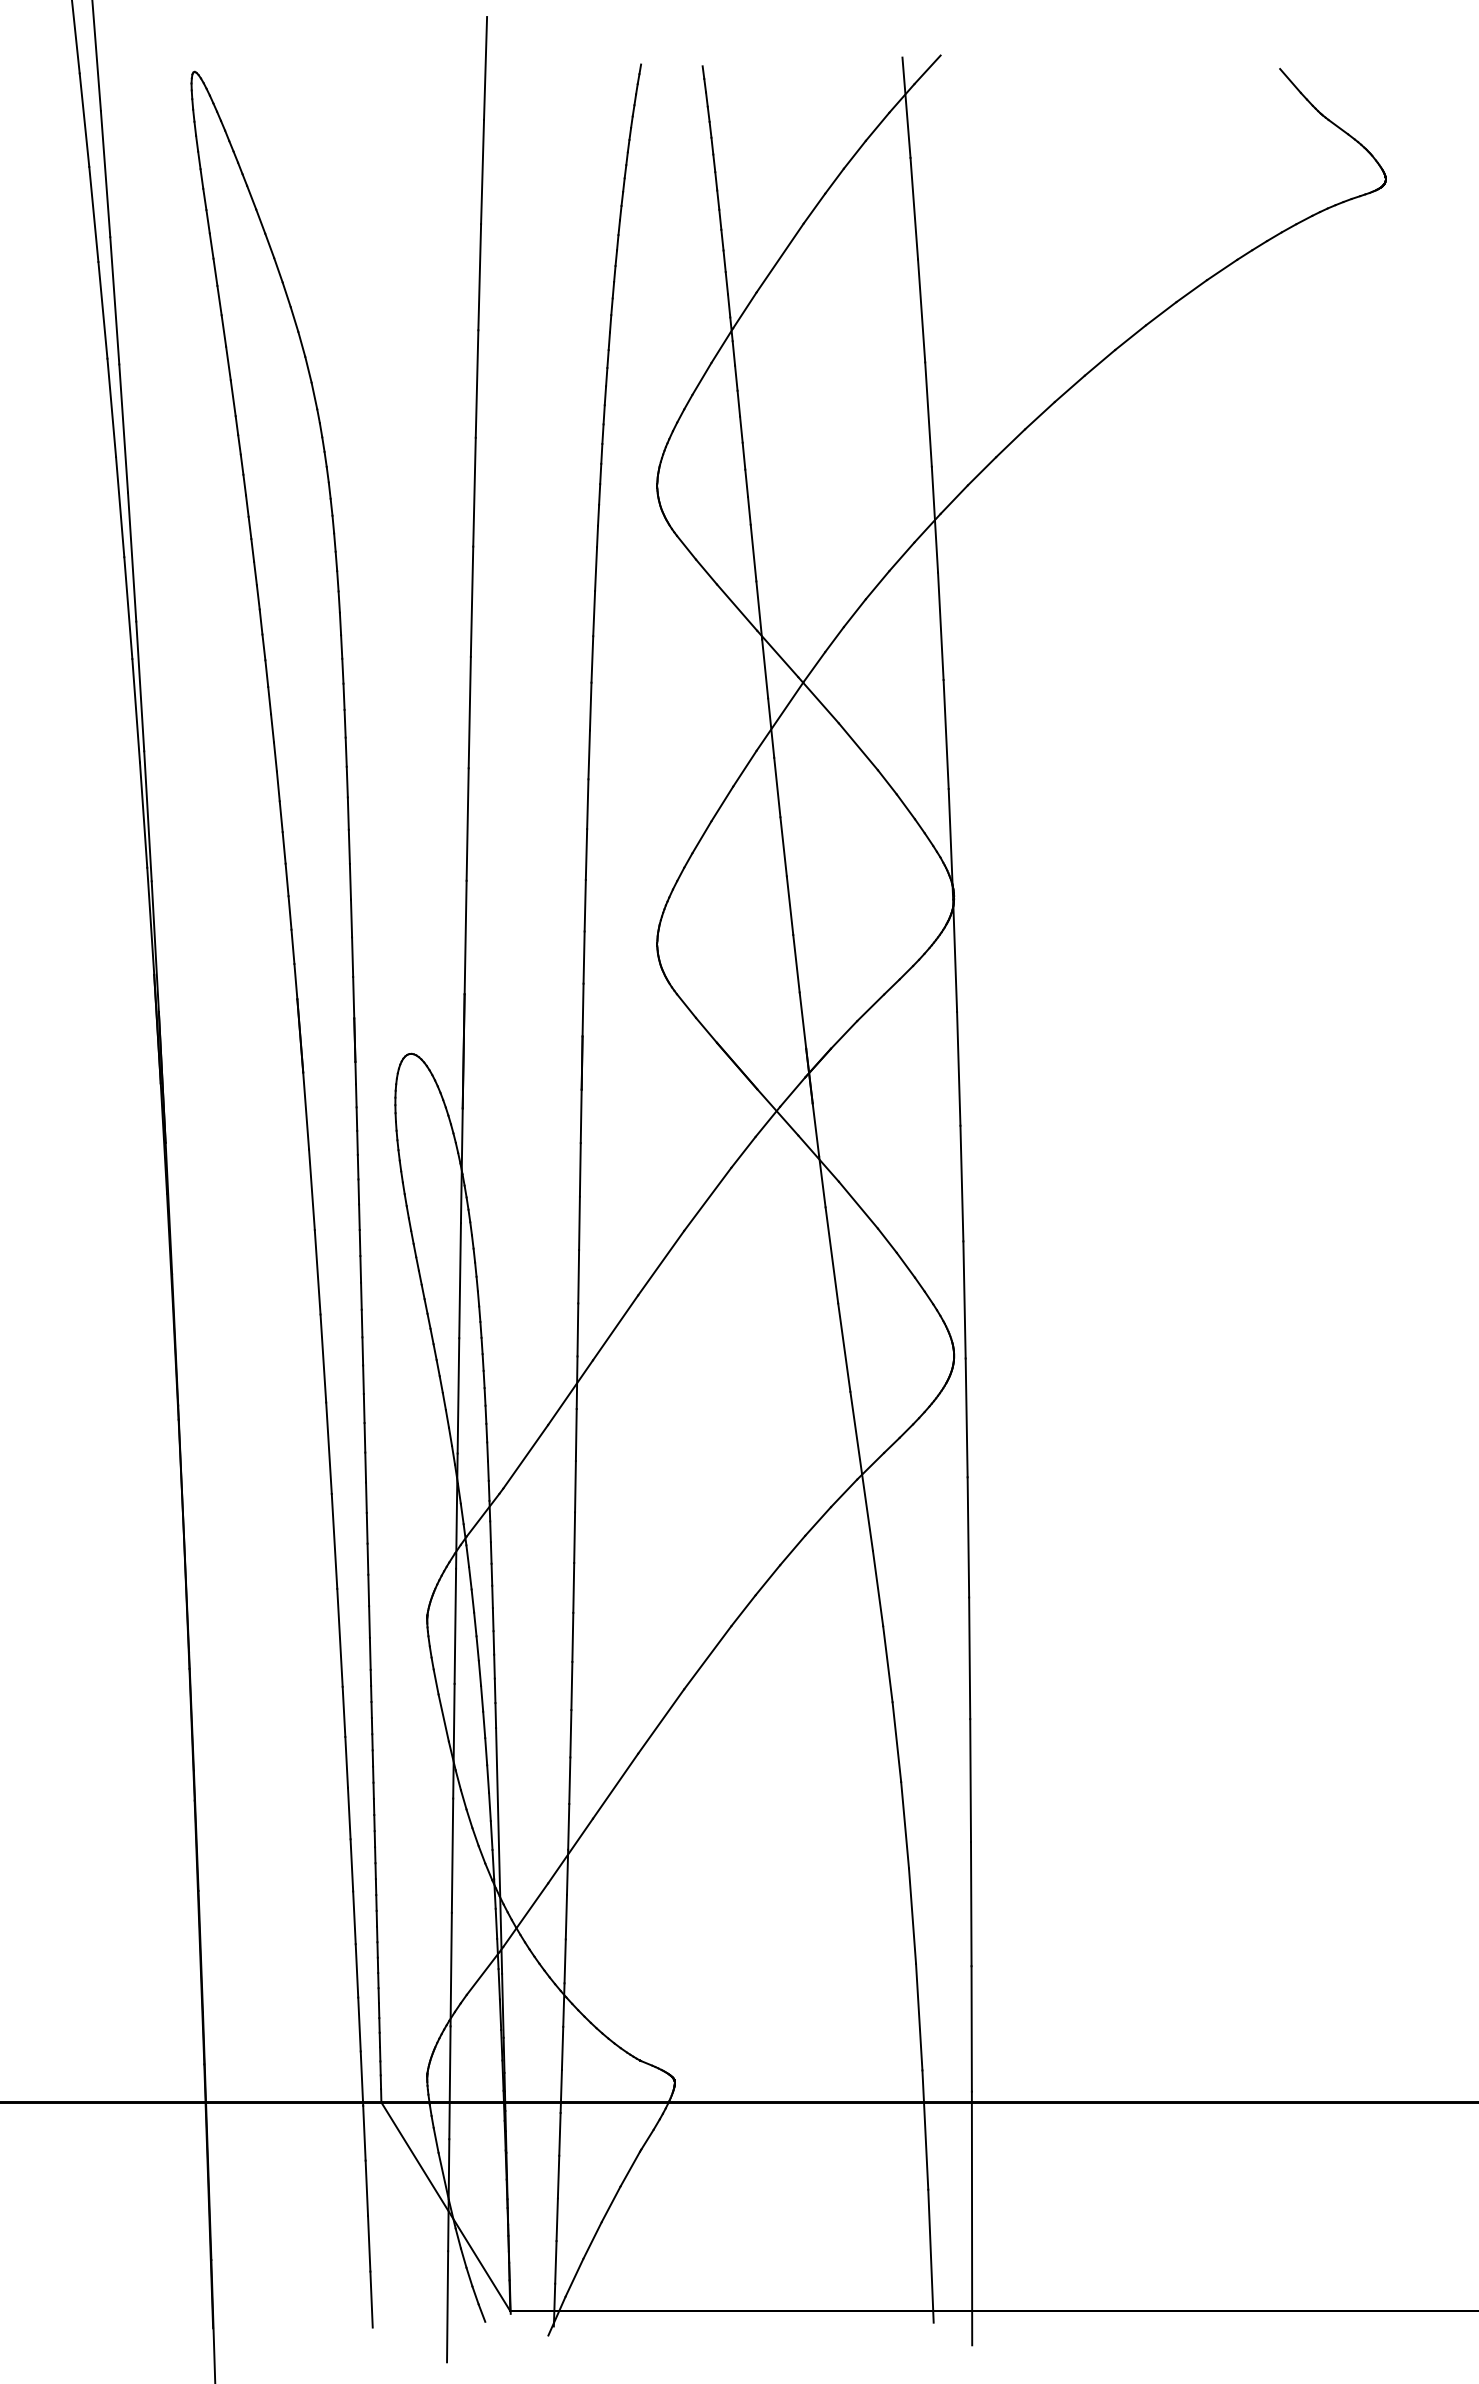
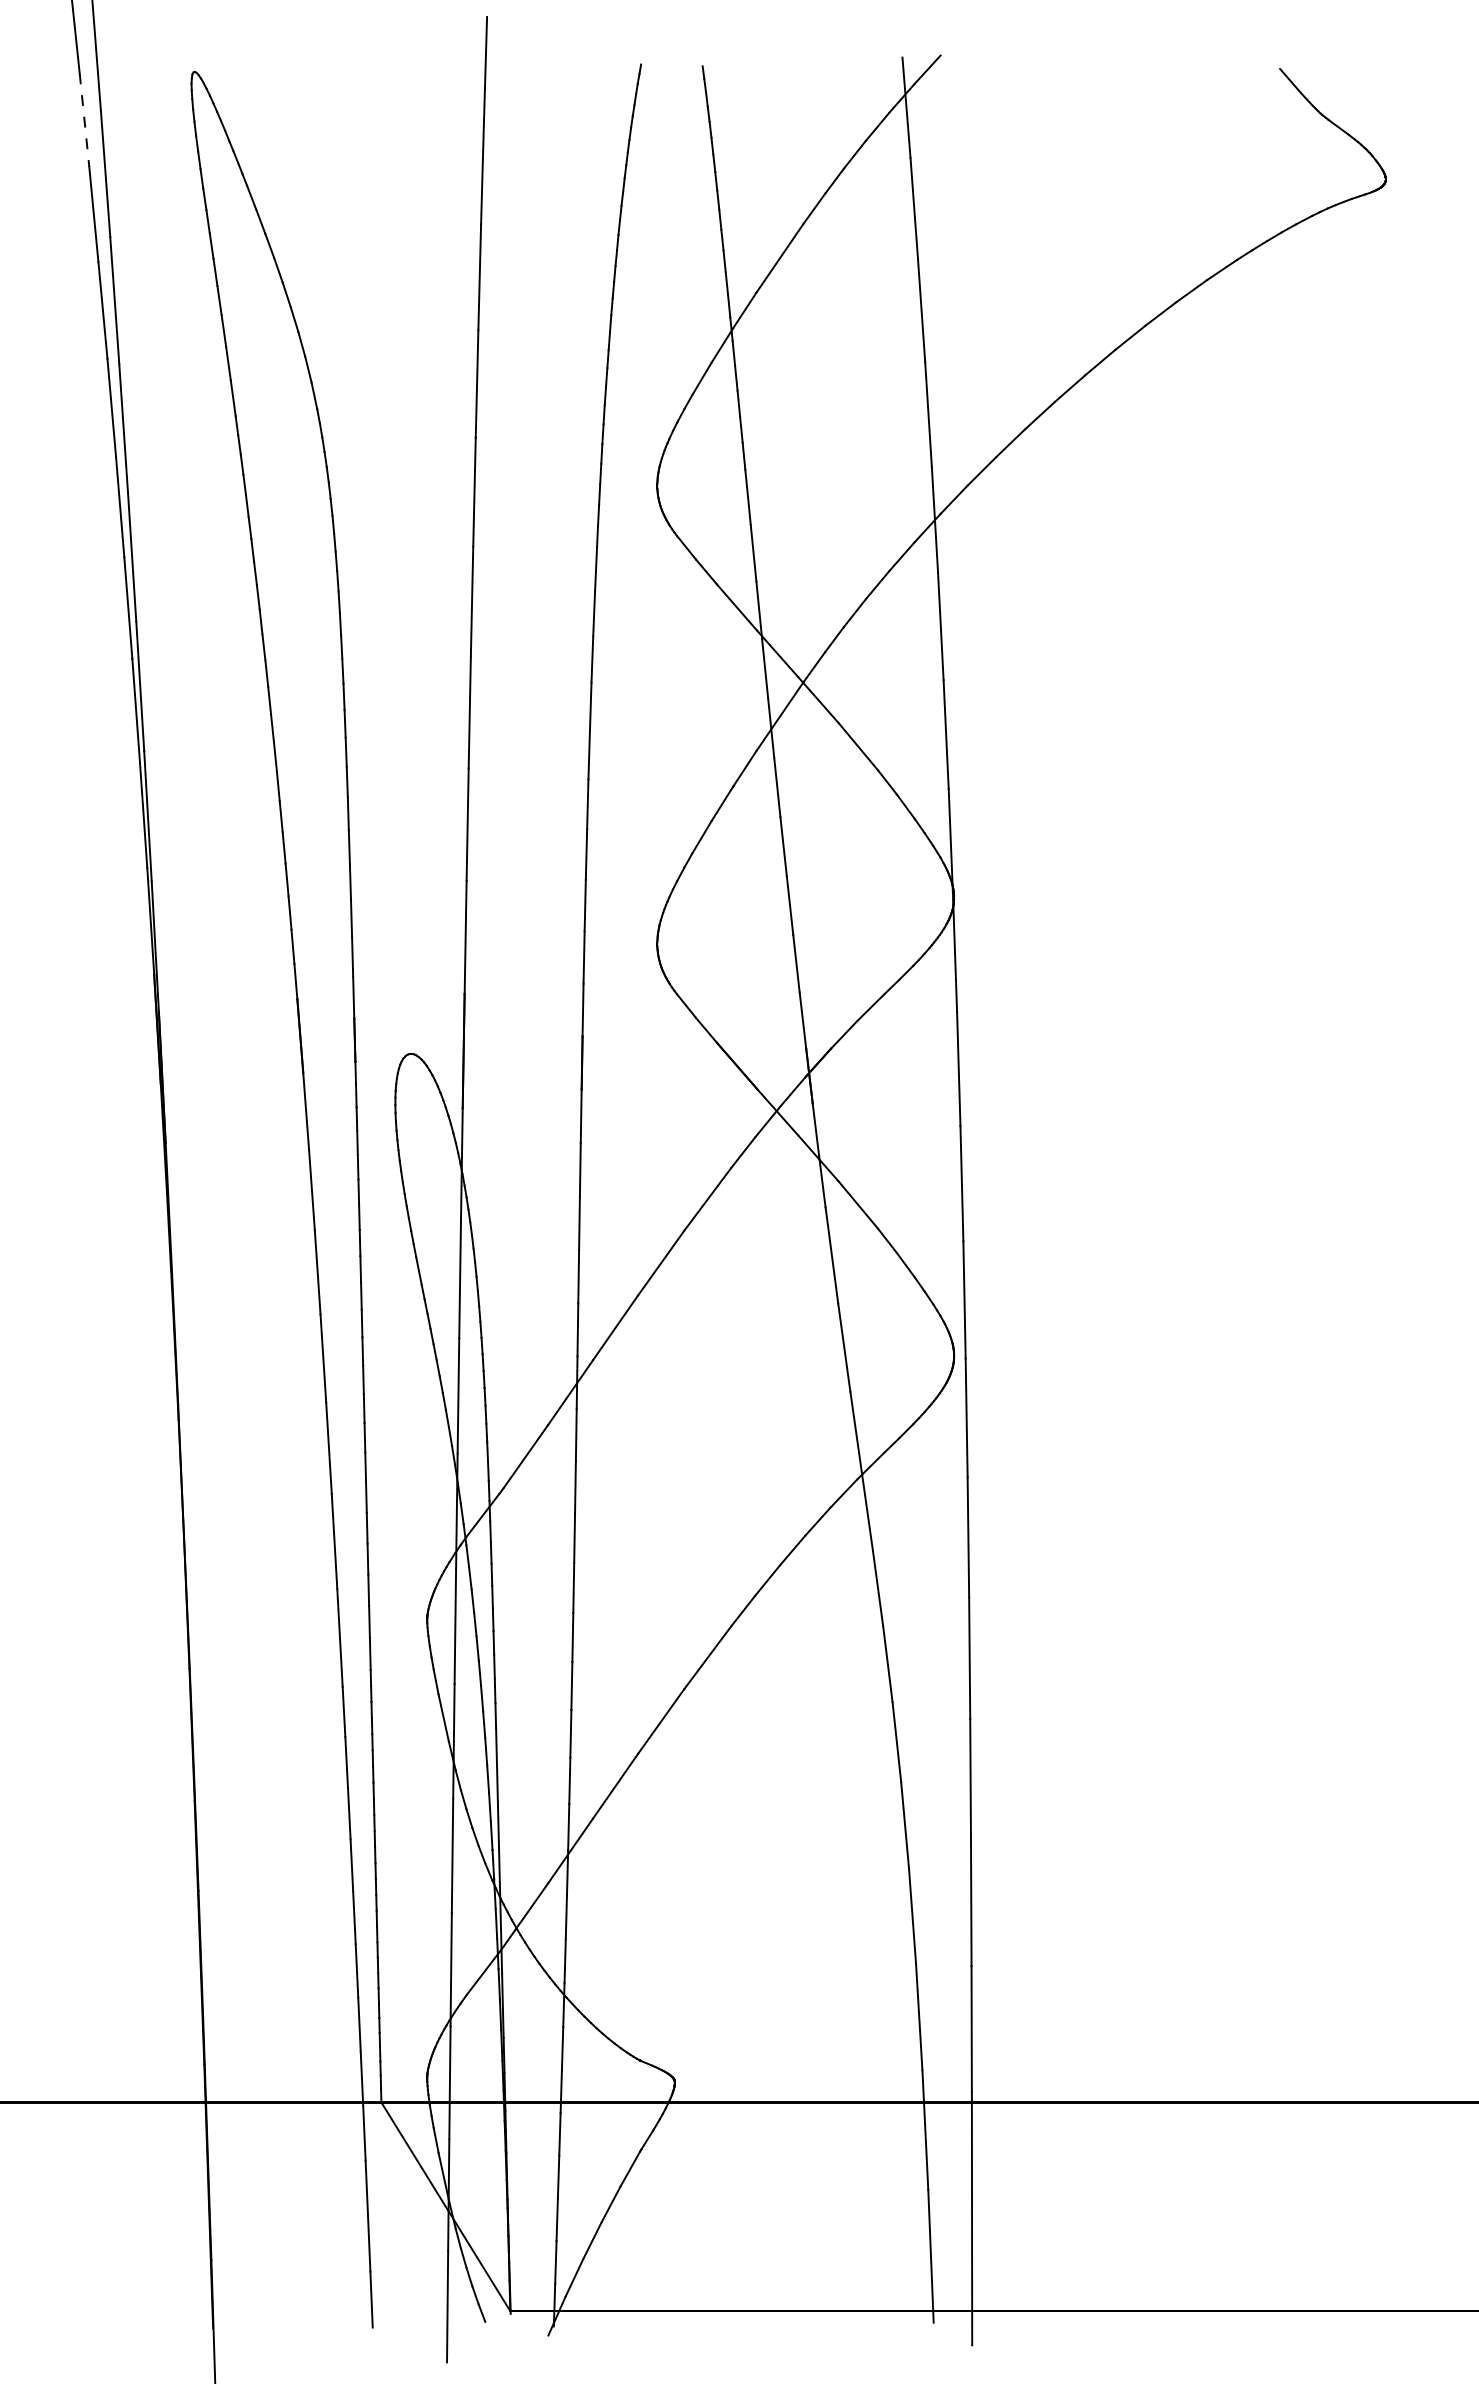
line at (84, 120): solid -> dashed
